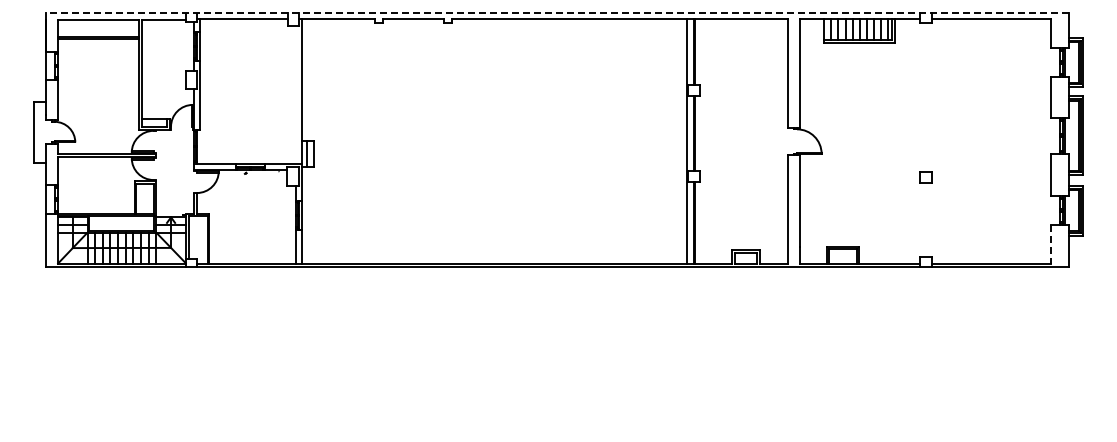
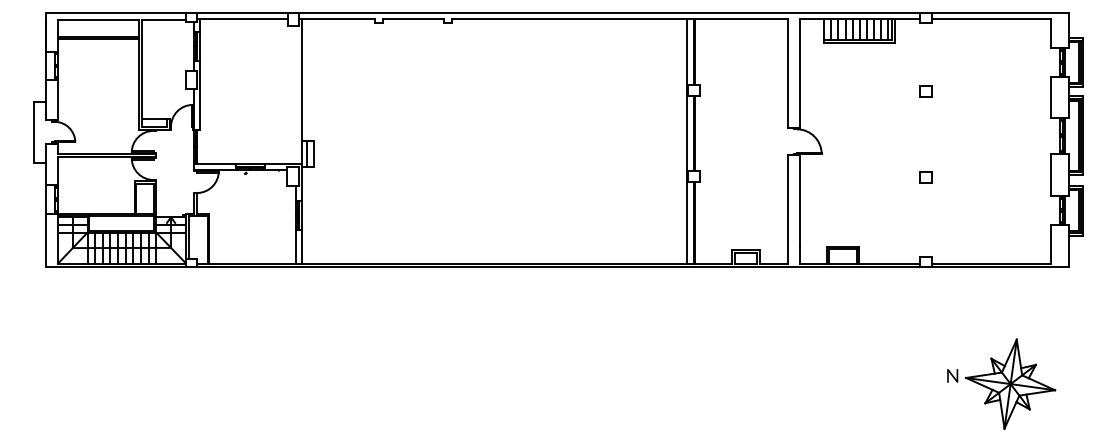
line at (557, 13): dashed -> solid
part at (925, 91): none -> present
line at (1051, 244): dashed -> solid
part at (1001, 383): none -> present
